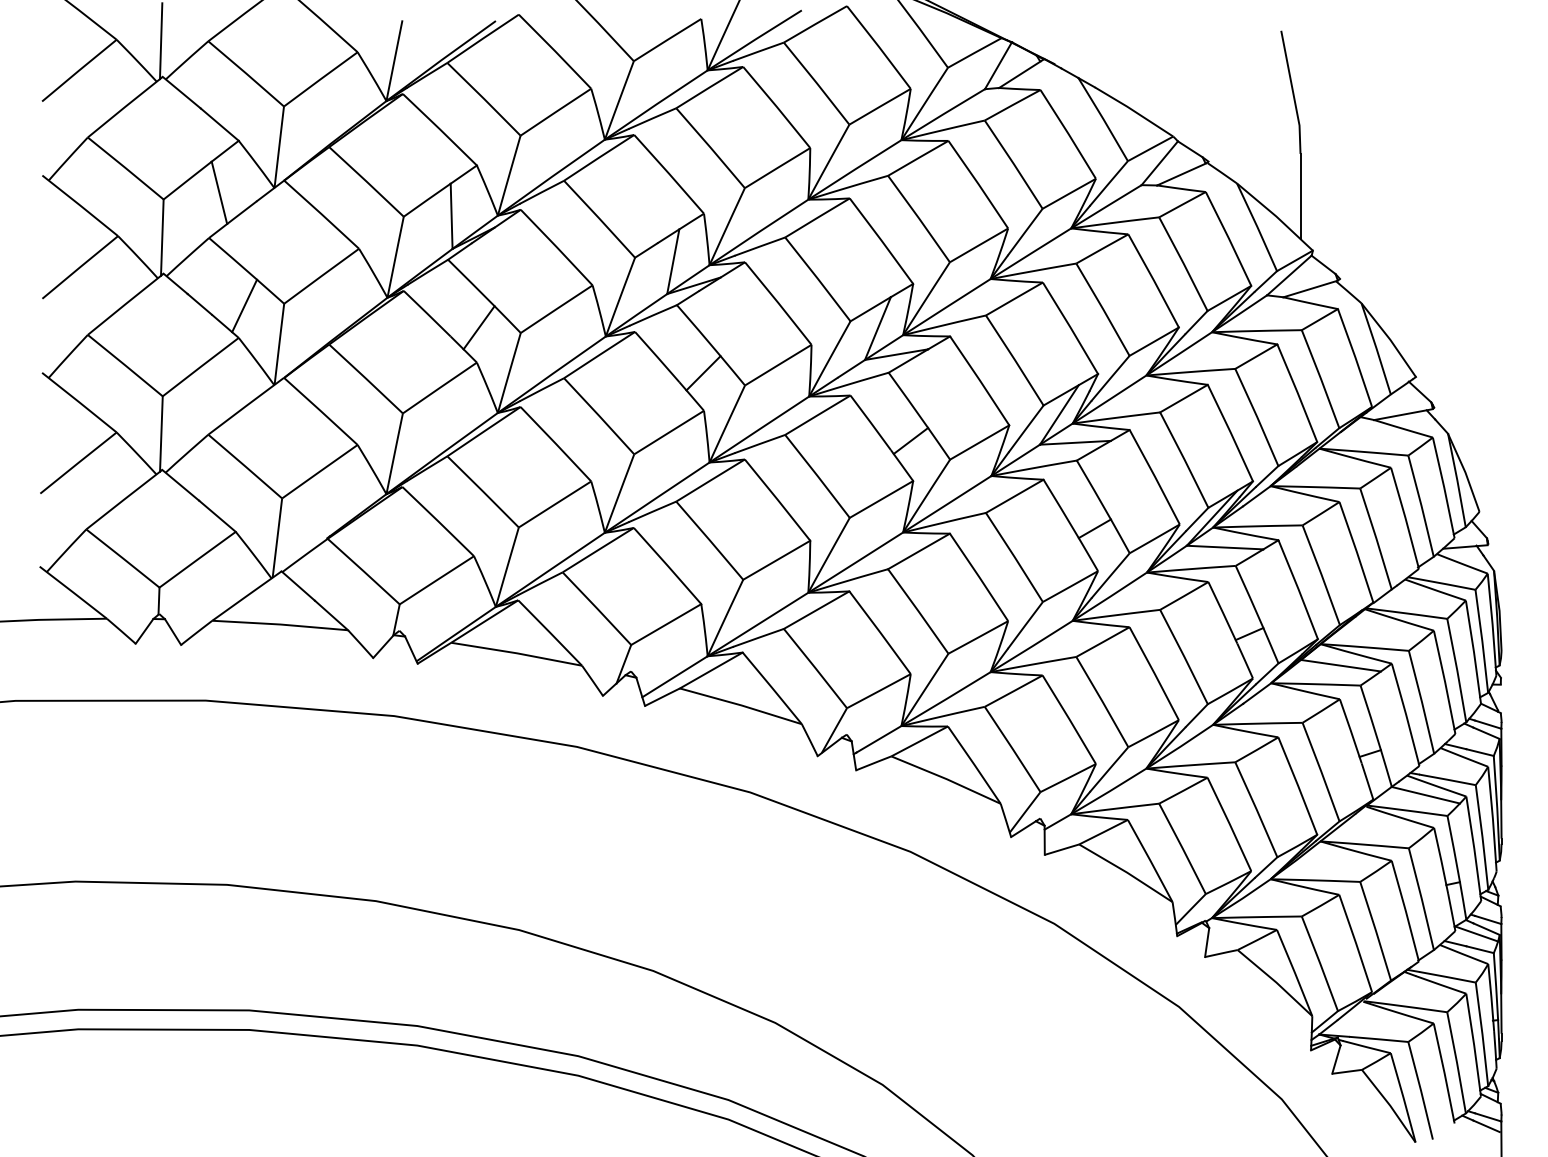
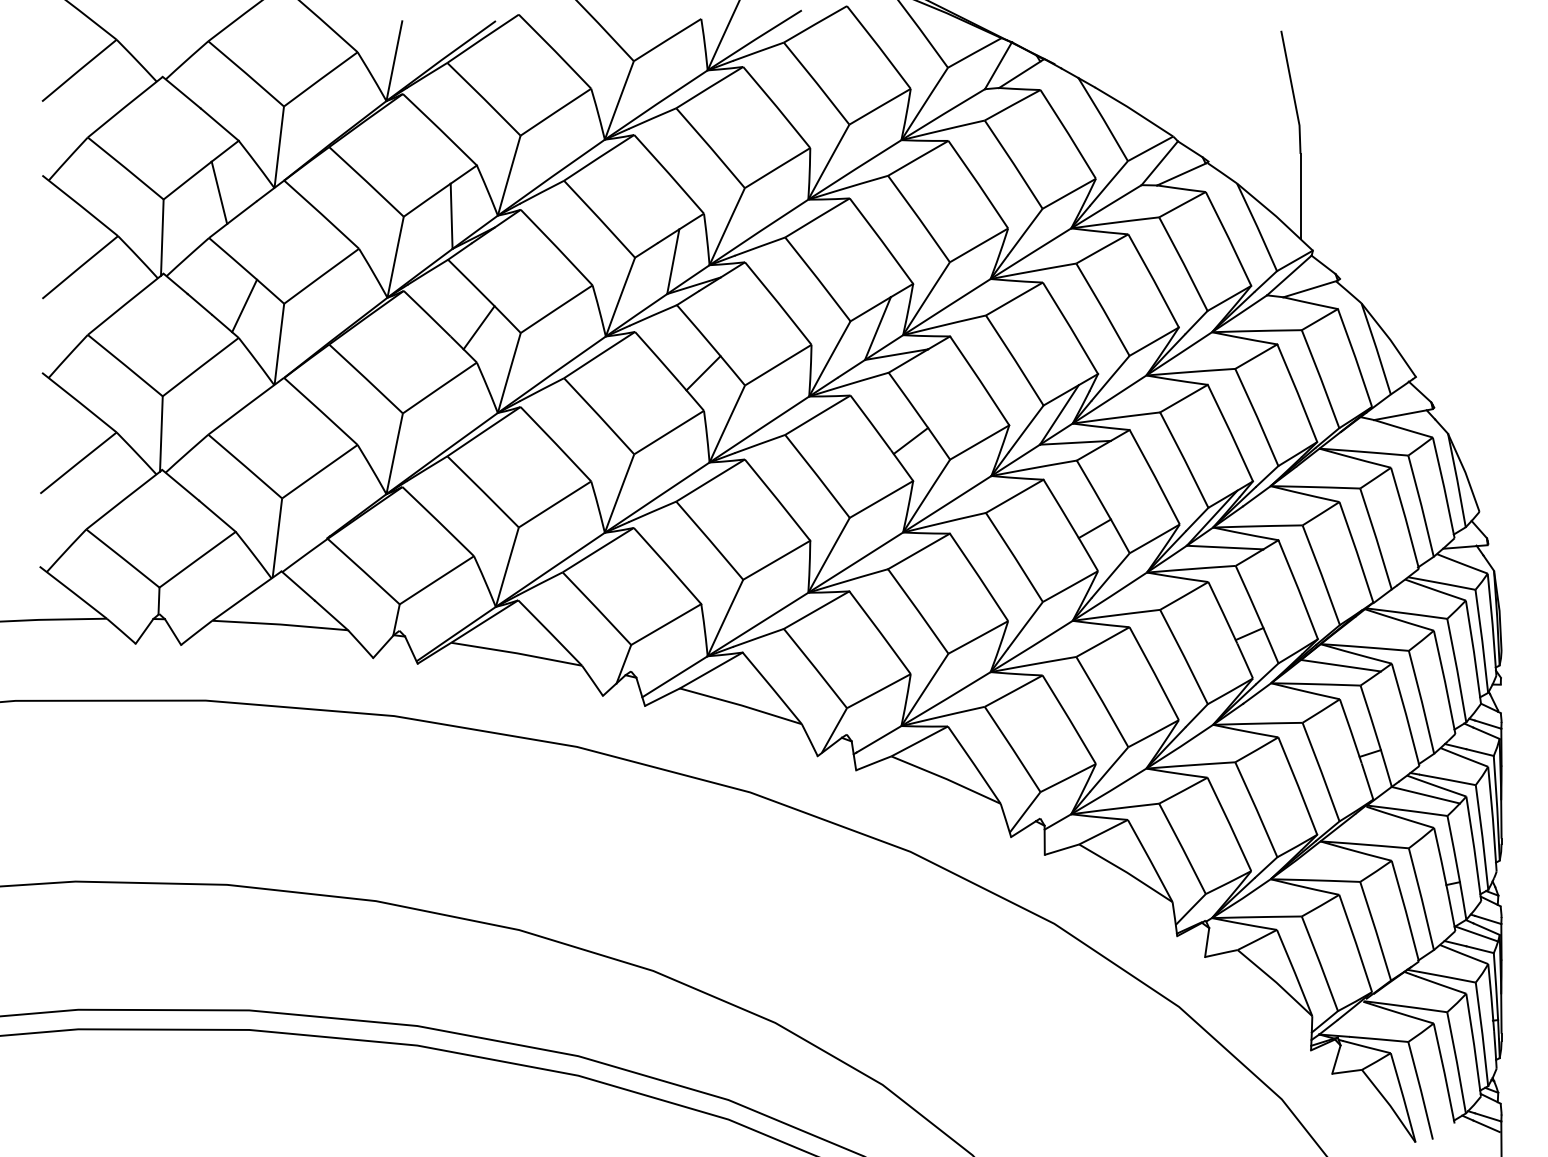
line at (160, 41): present -> none
